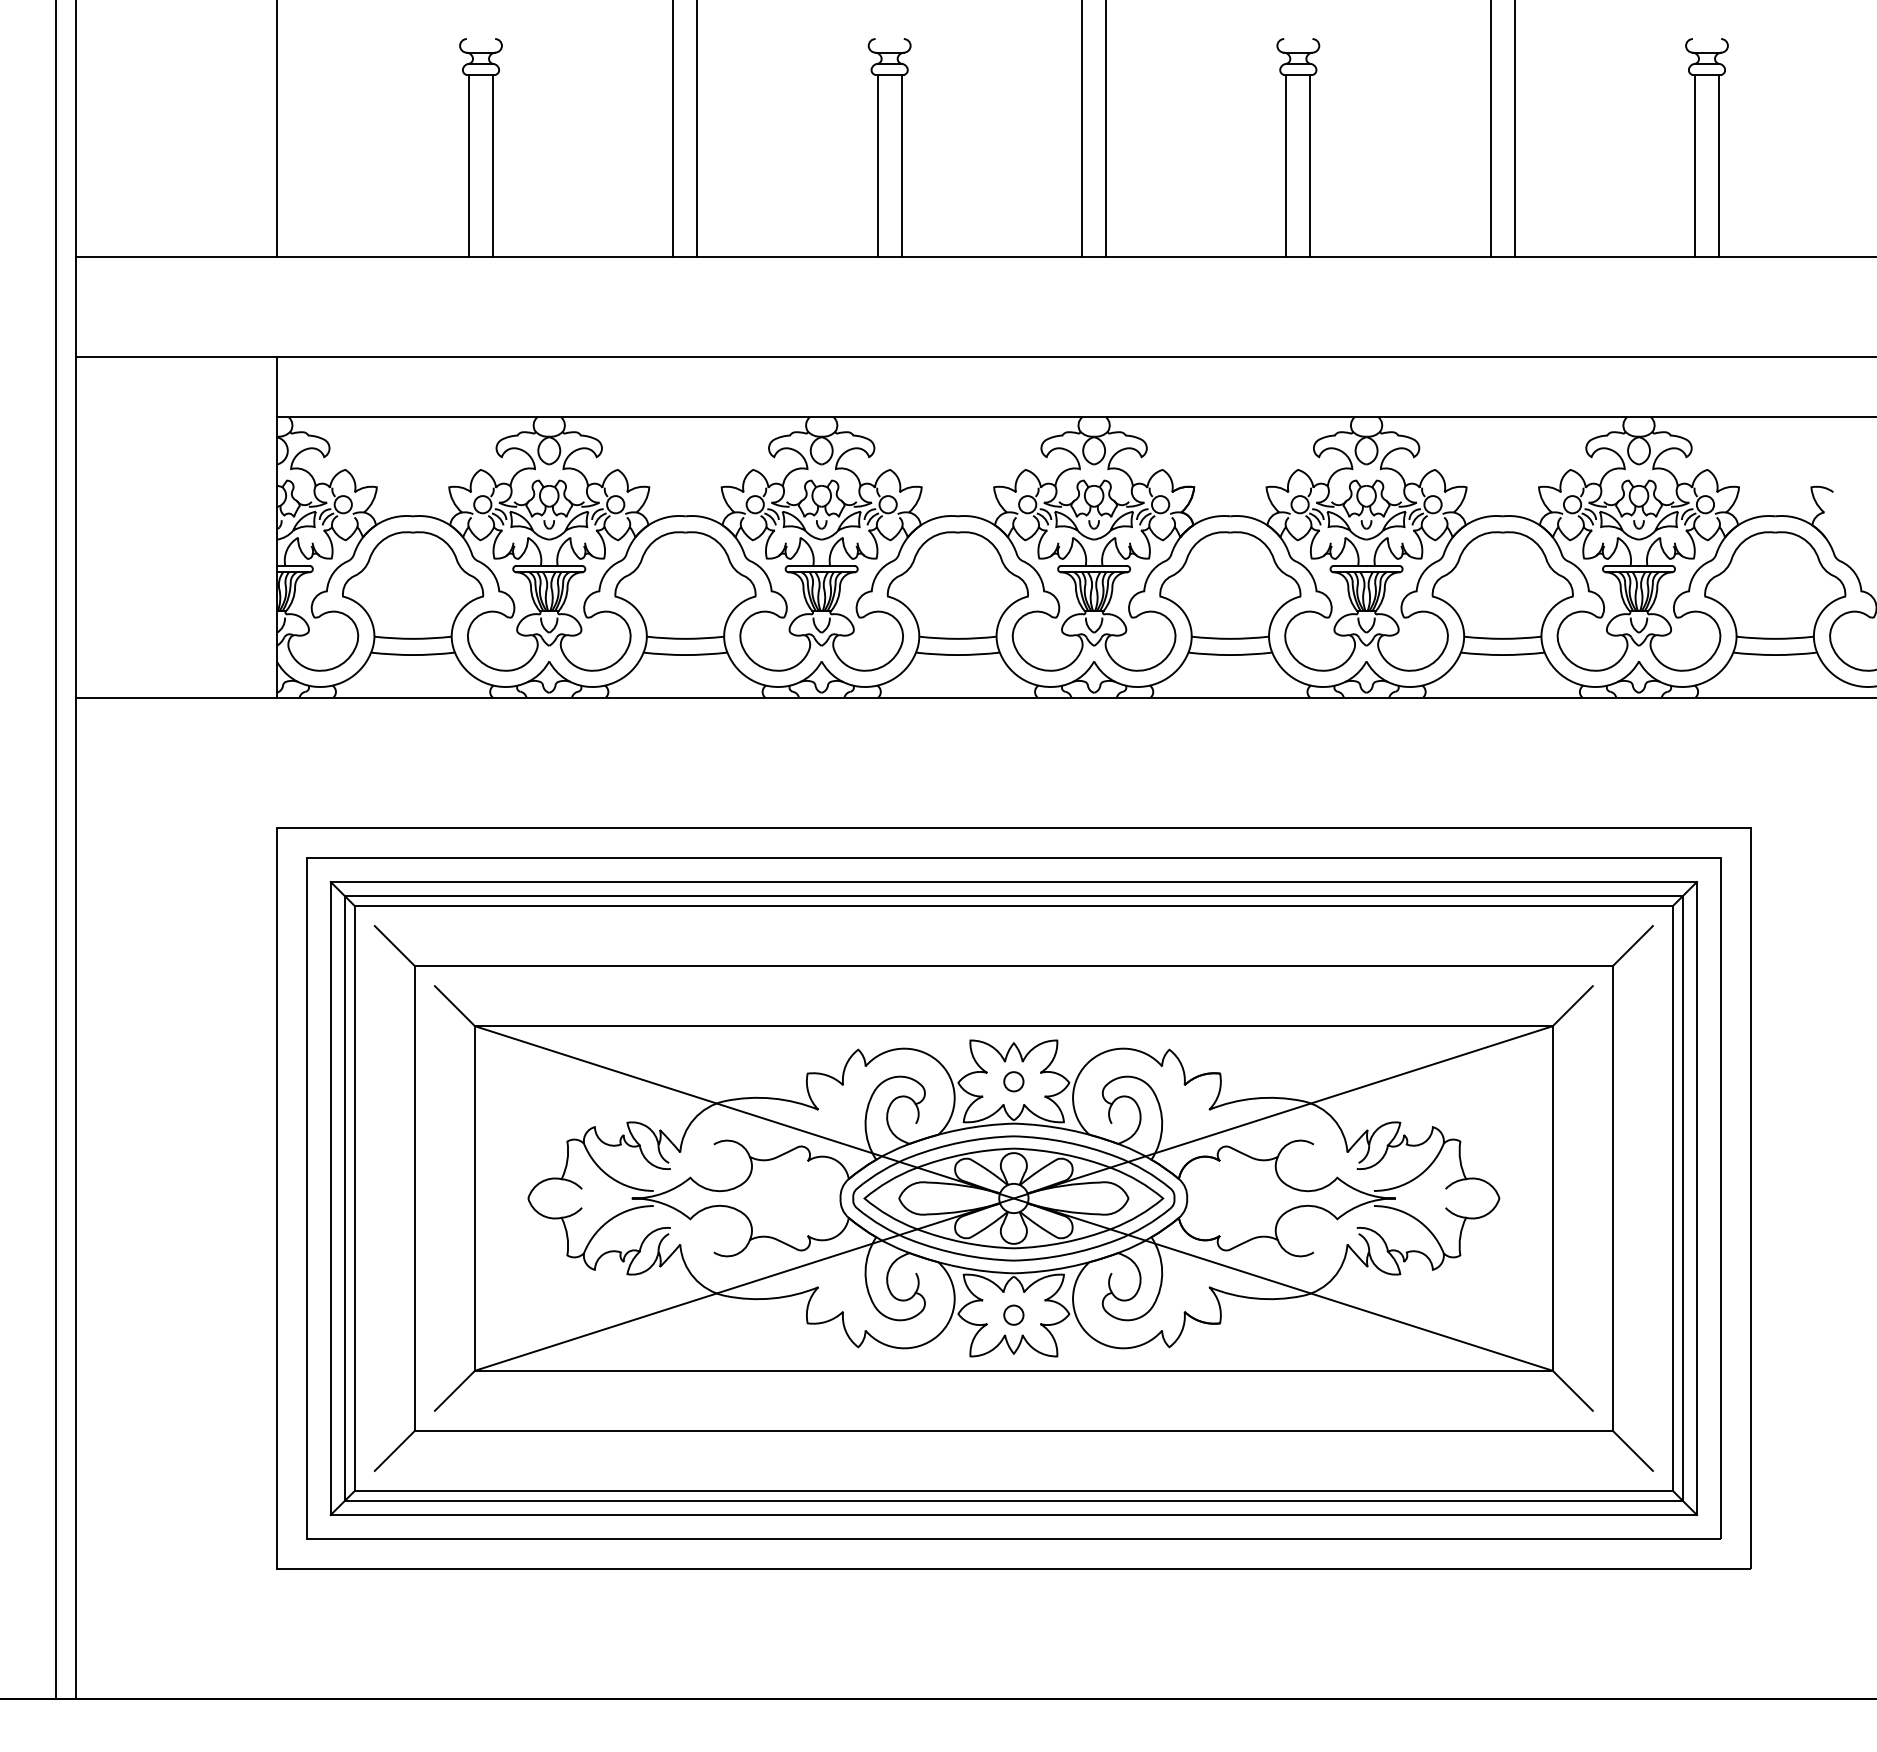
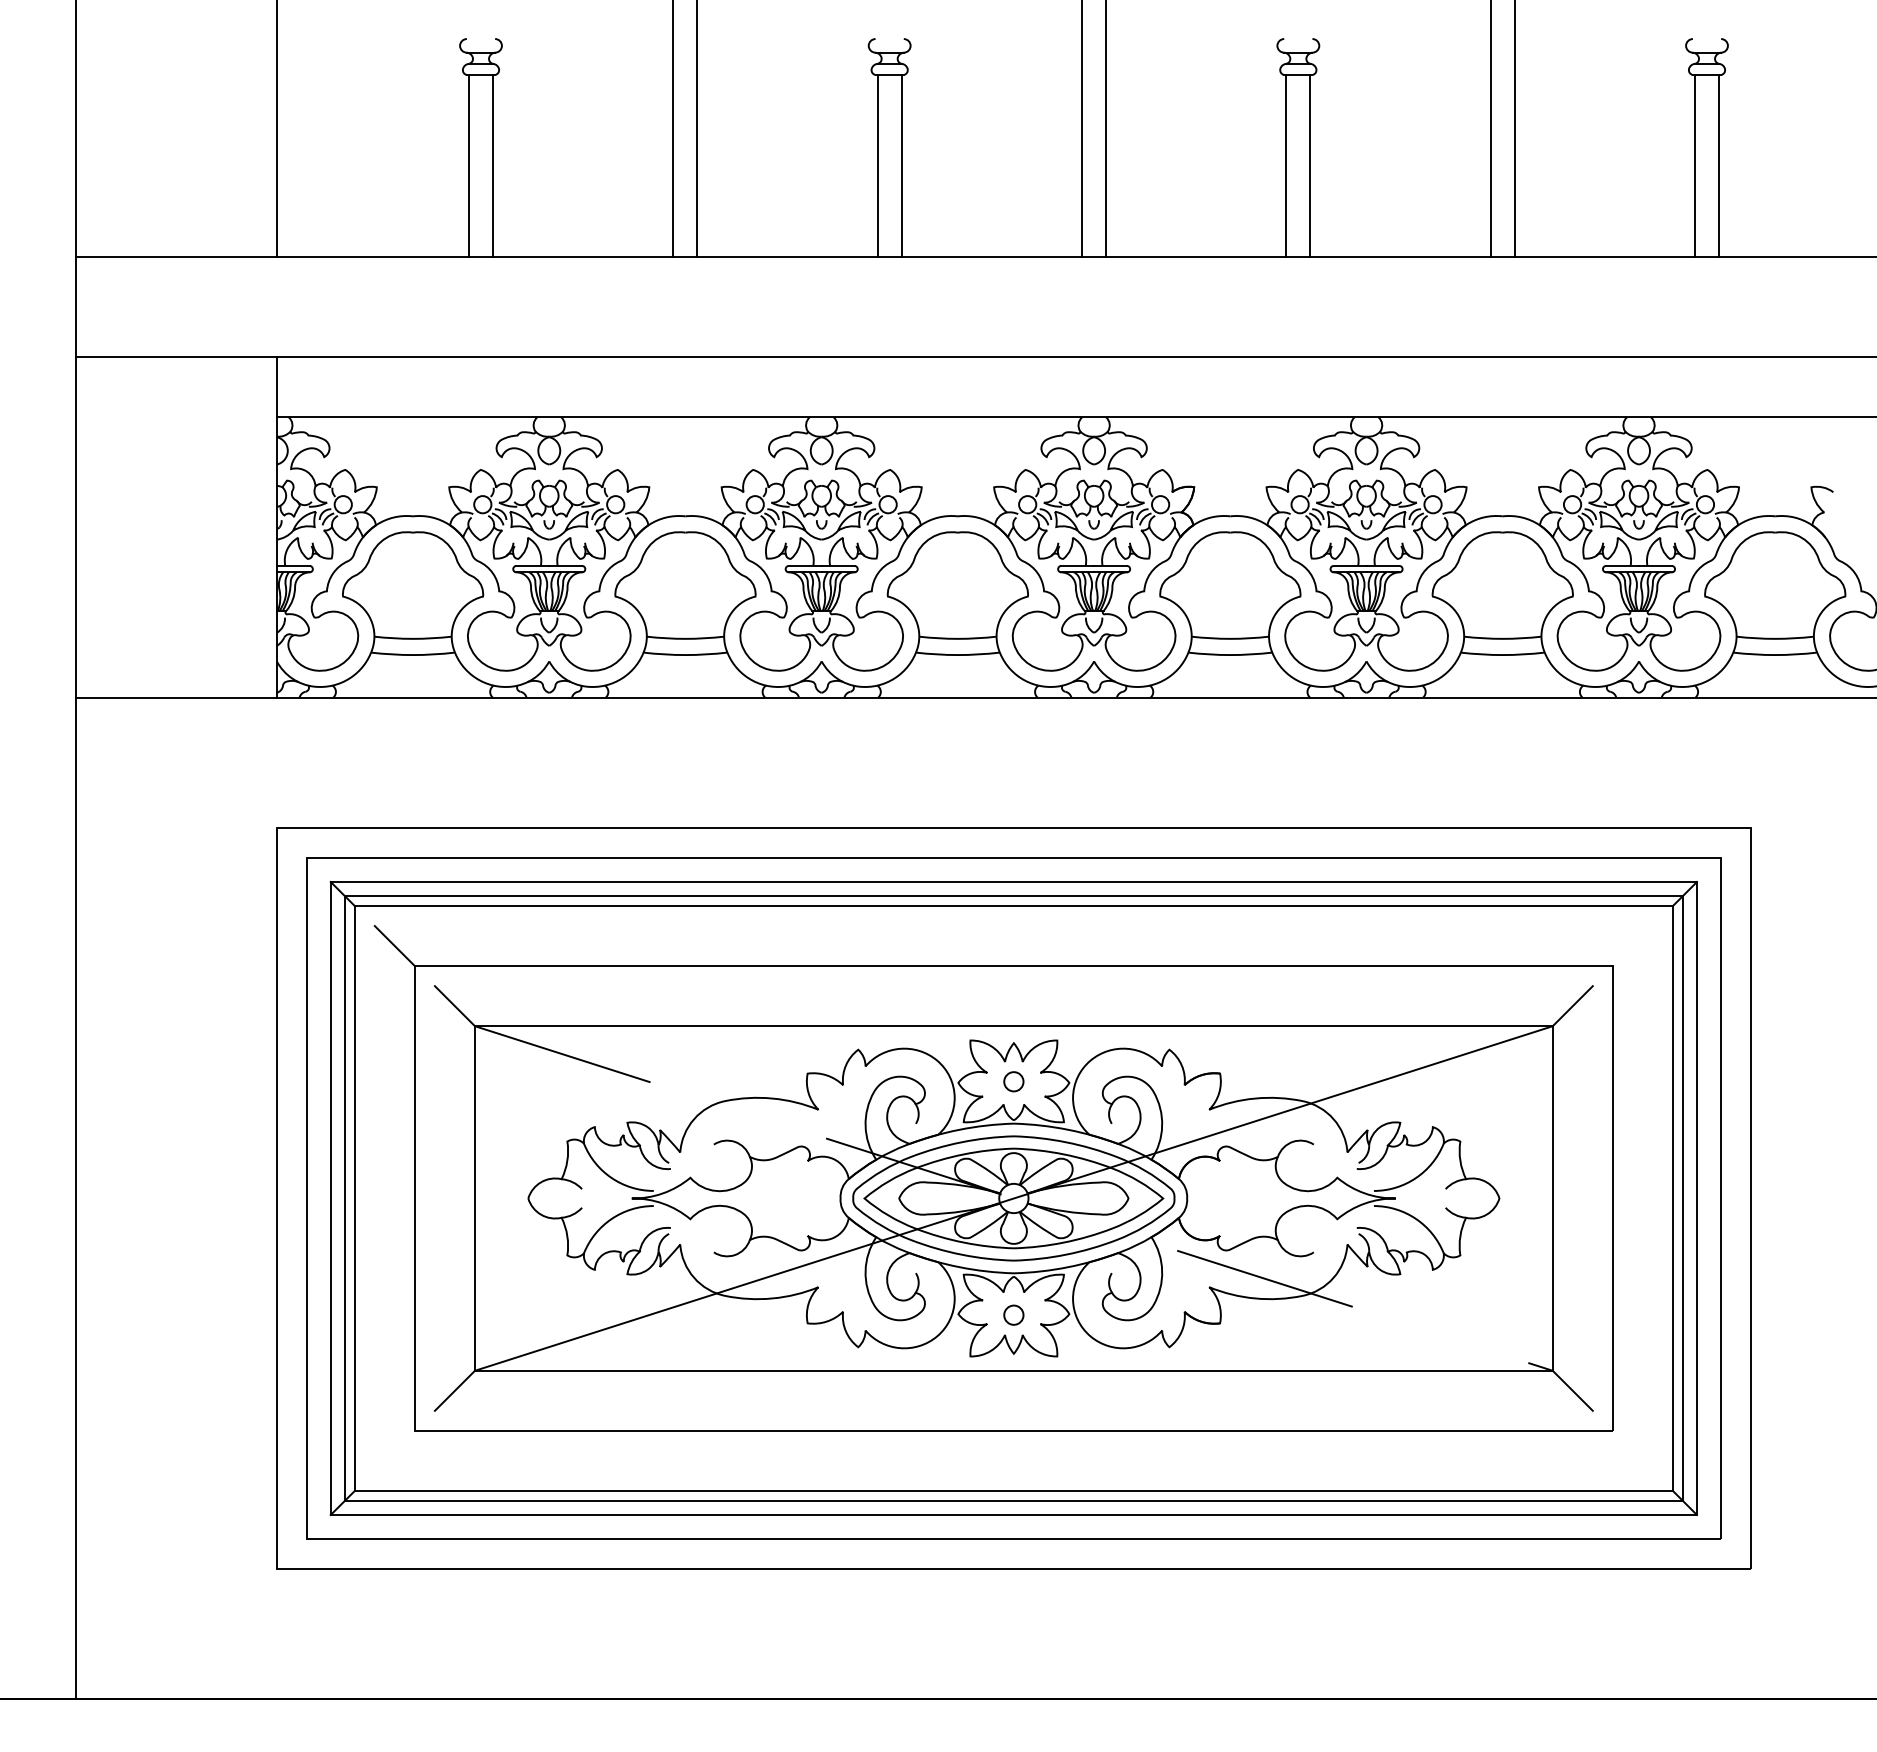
line at (56, 850): present -> none
line at (1632, 946): present -> none
line at (1013, 1198): solid -> dashed
line at (394, 1450): present -> none
line at (1632, 1450): present -> none
